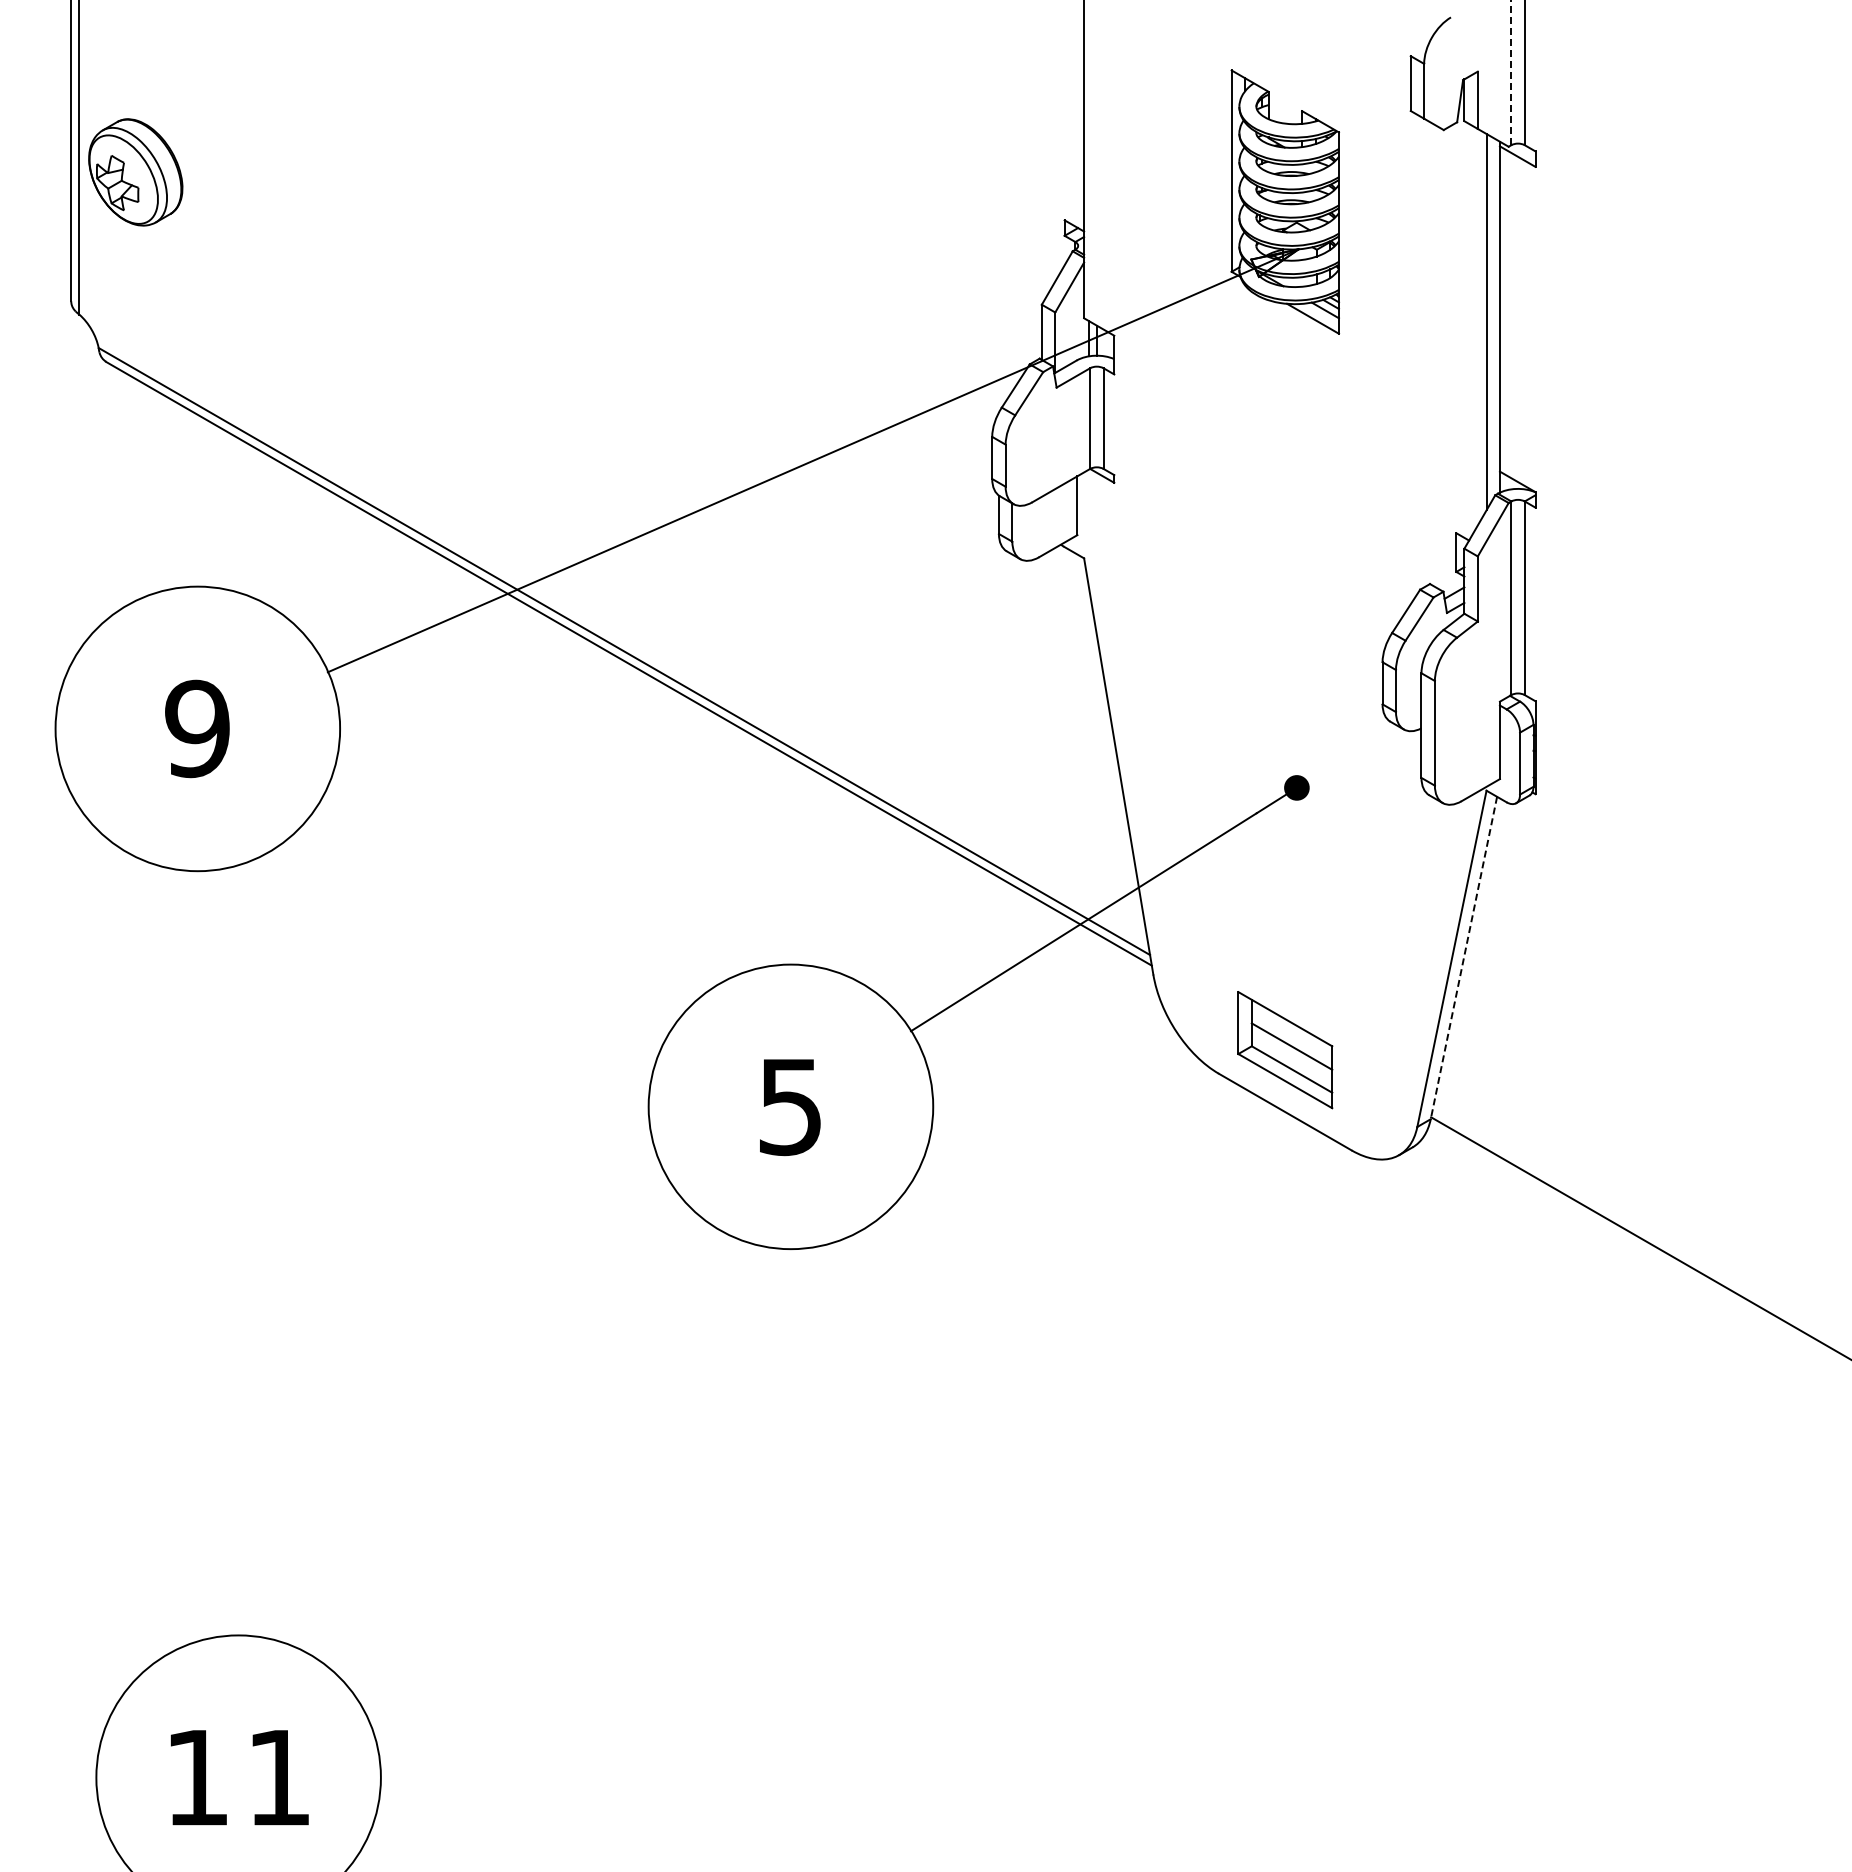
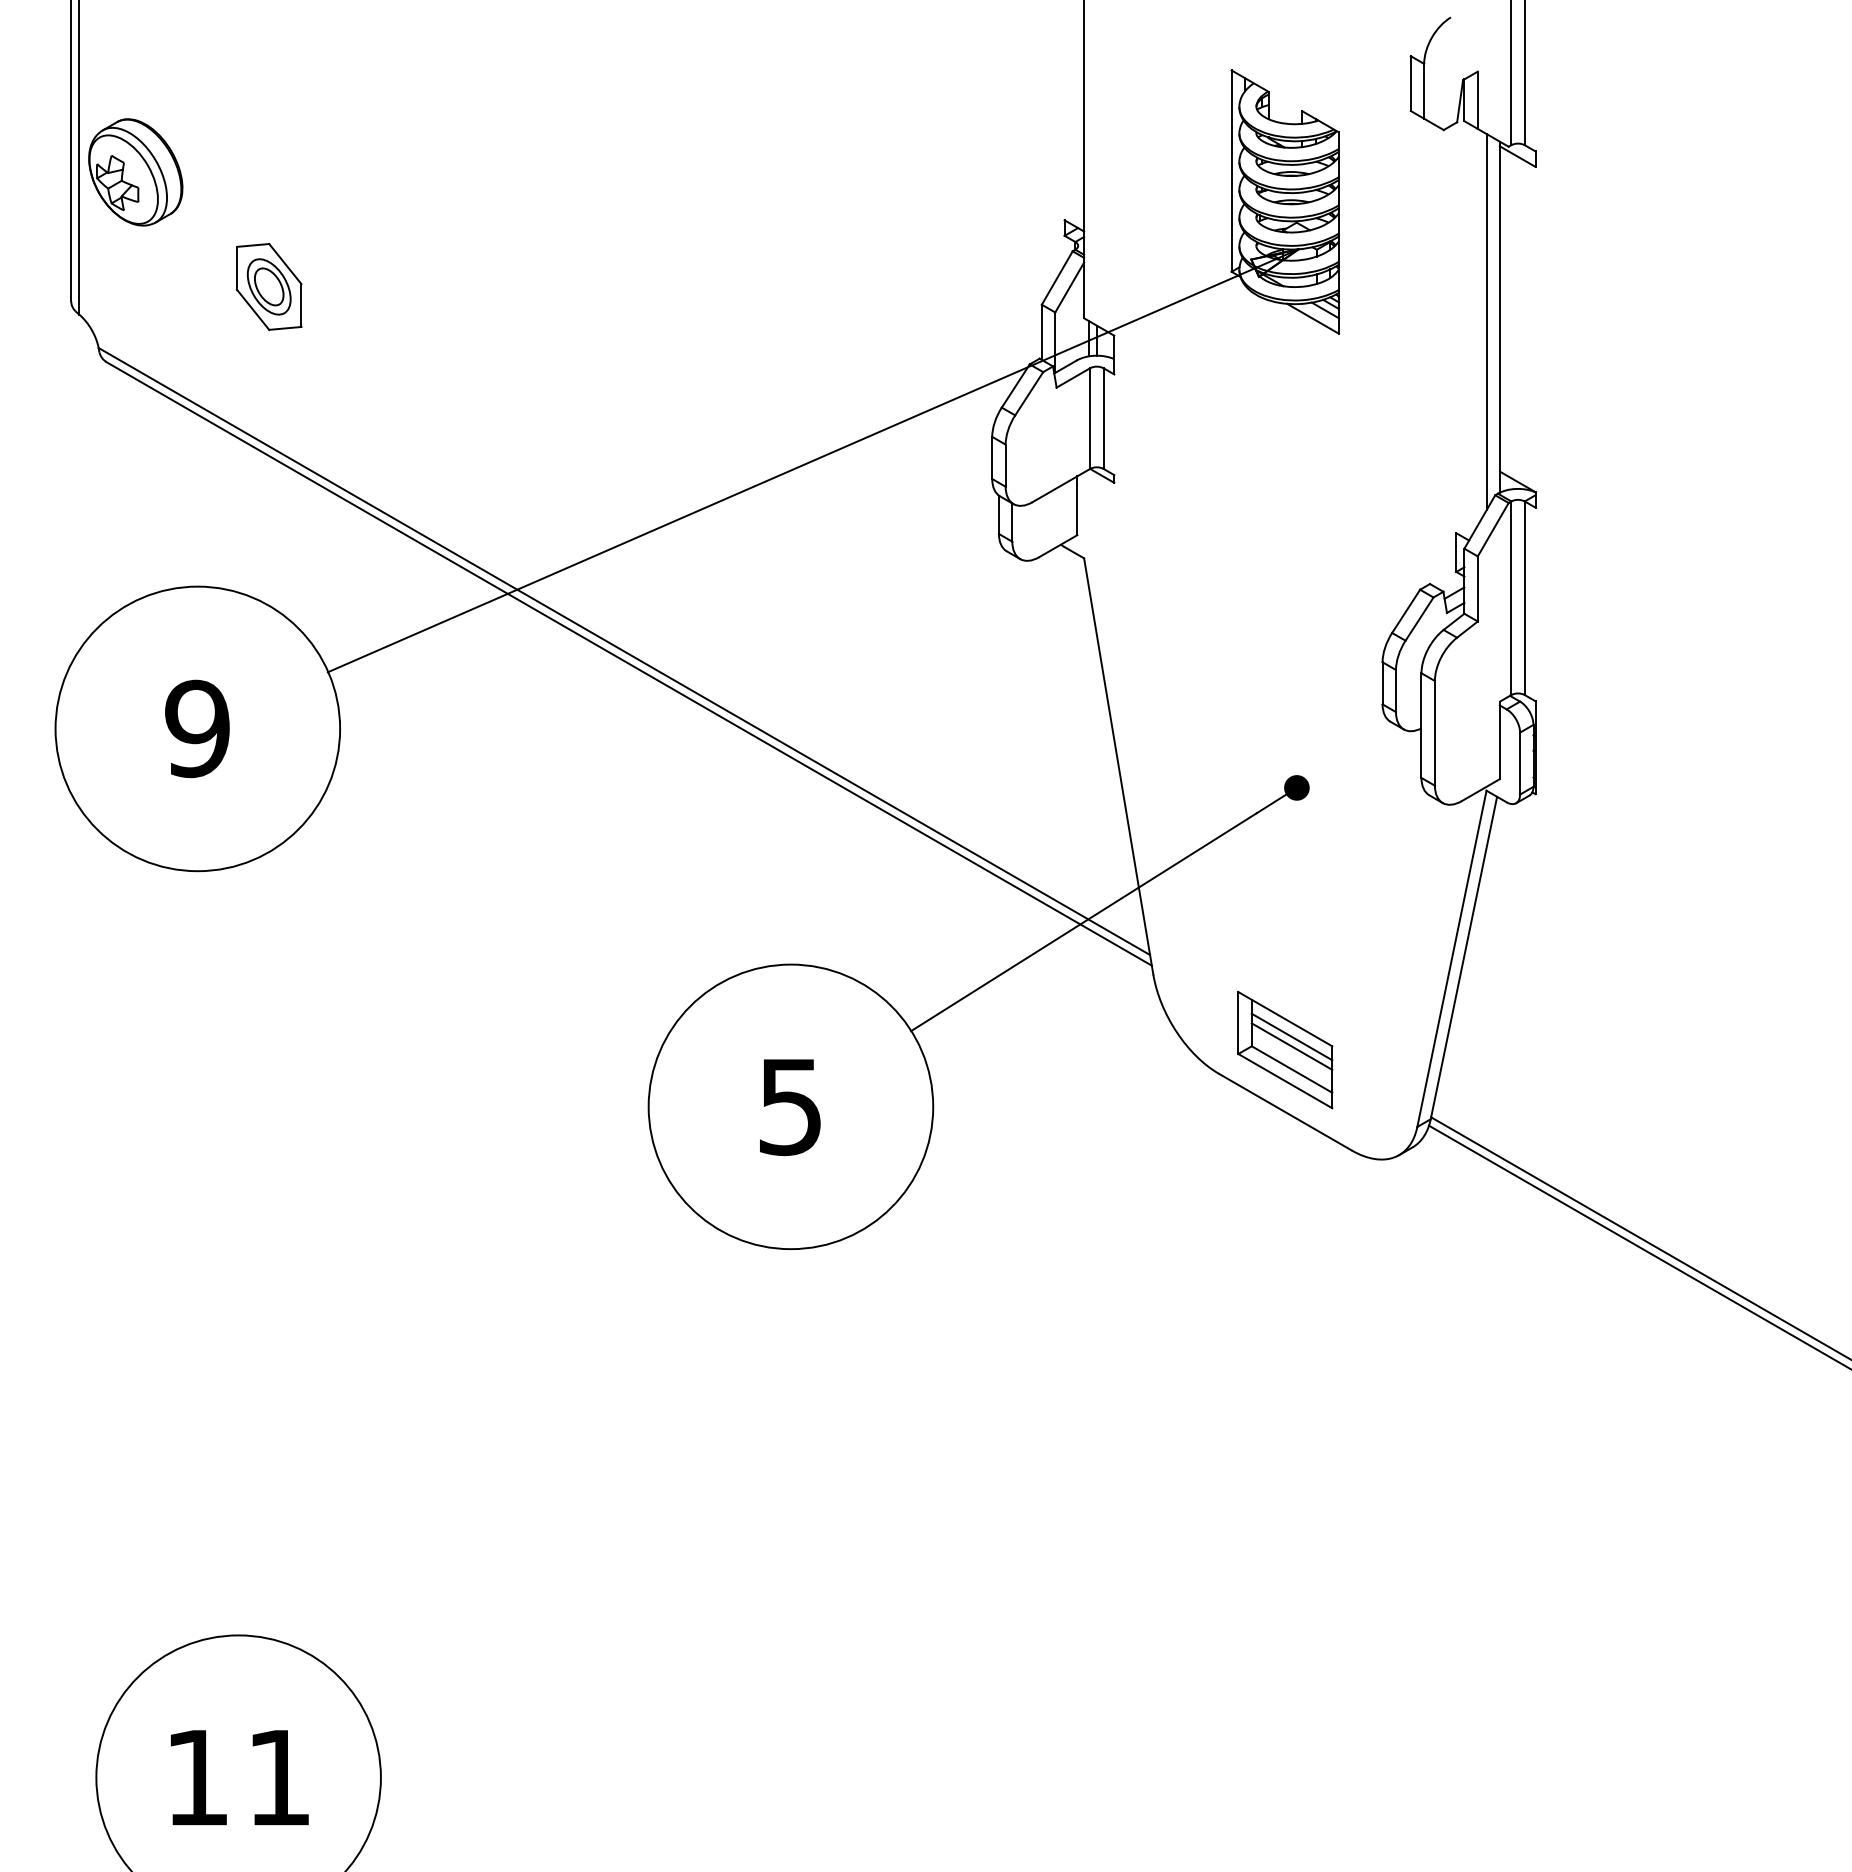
line at (1511, 72): dashed -> solid
part at (269, 286): none -> present
line at (1463, 958): dashed -> solid
line at (1291, 1036): none -> present
line at (1638, 1246): none -> present
